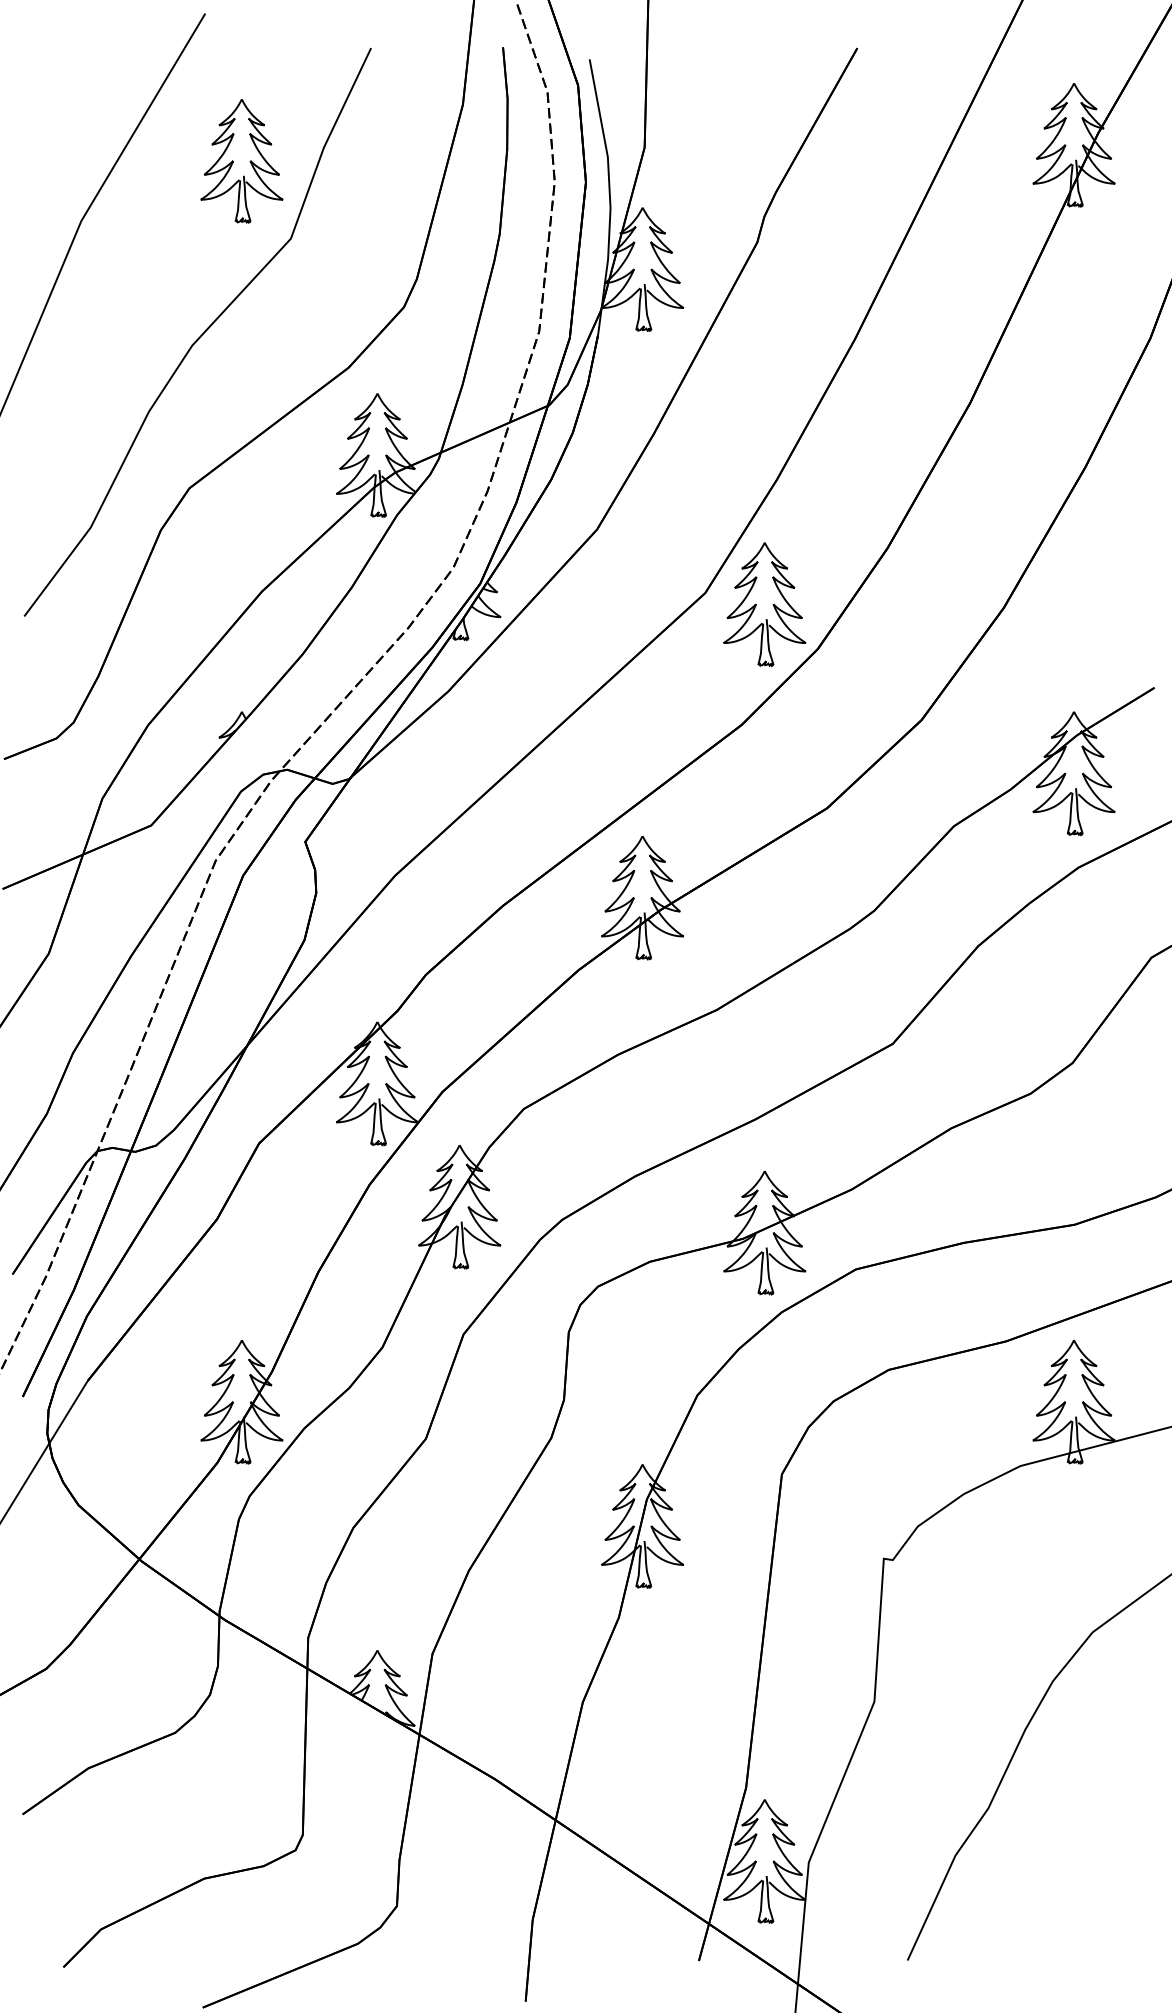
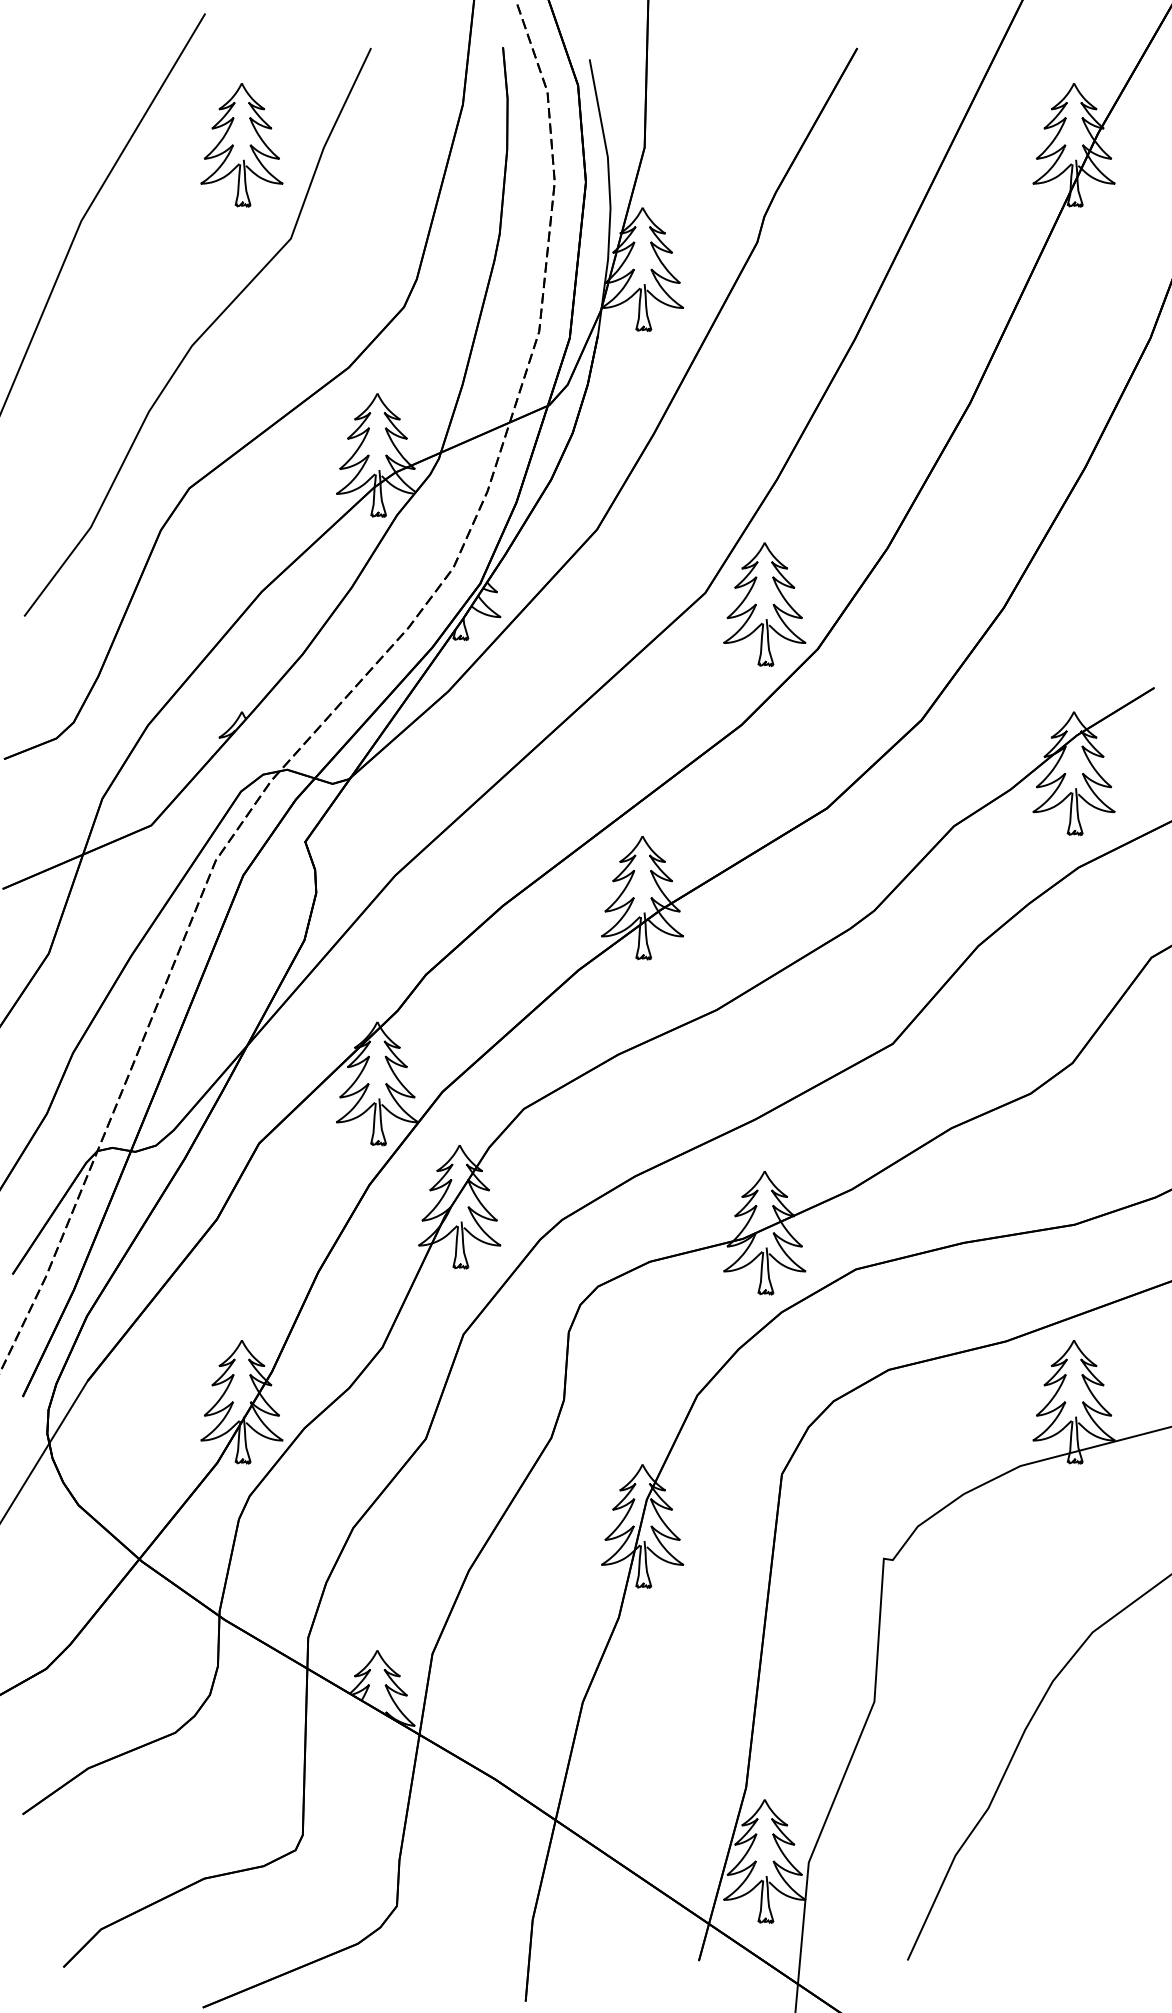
part at (241, 161) position: (241, 161) -> (241, 145)
